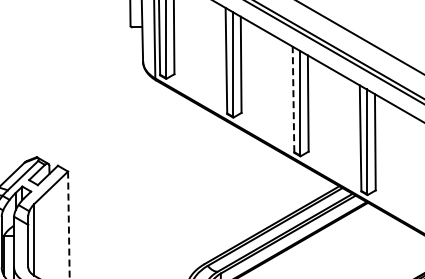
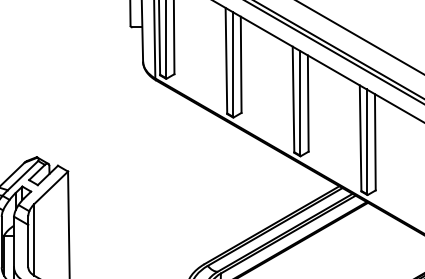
line at (293, 99): dashed -> solid
line at (68, 225): dashed -> solid
